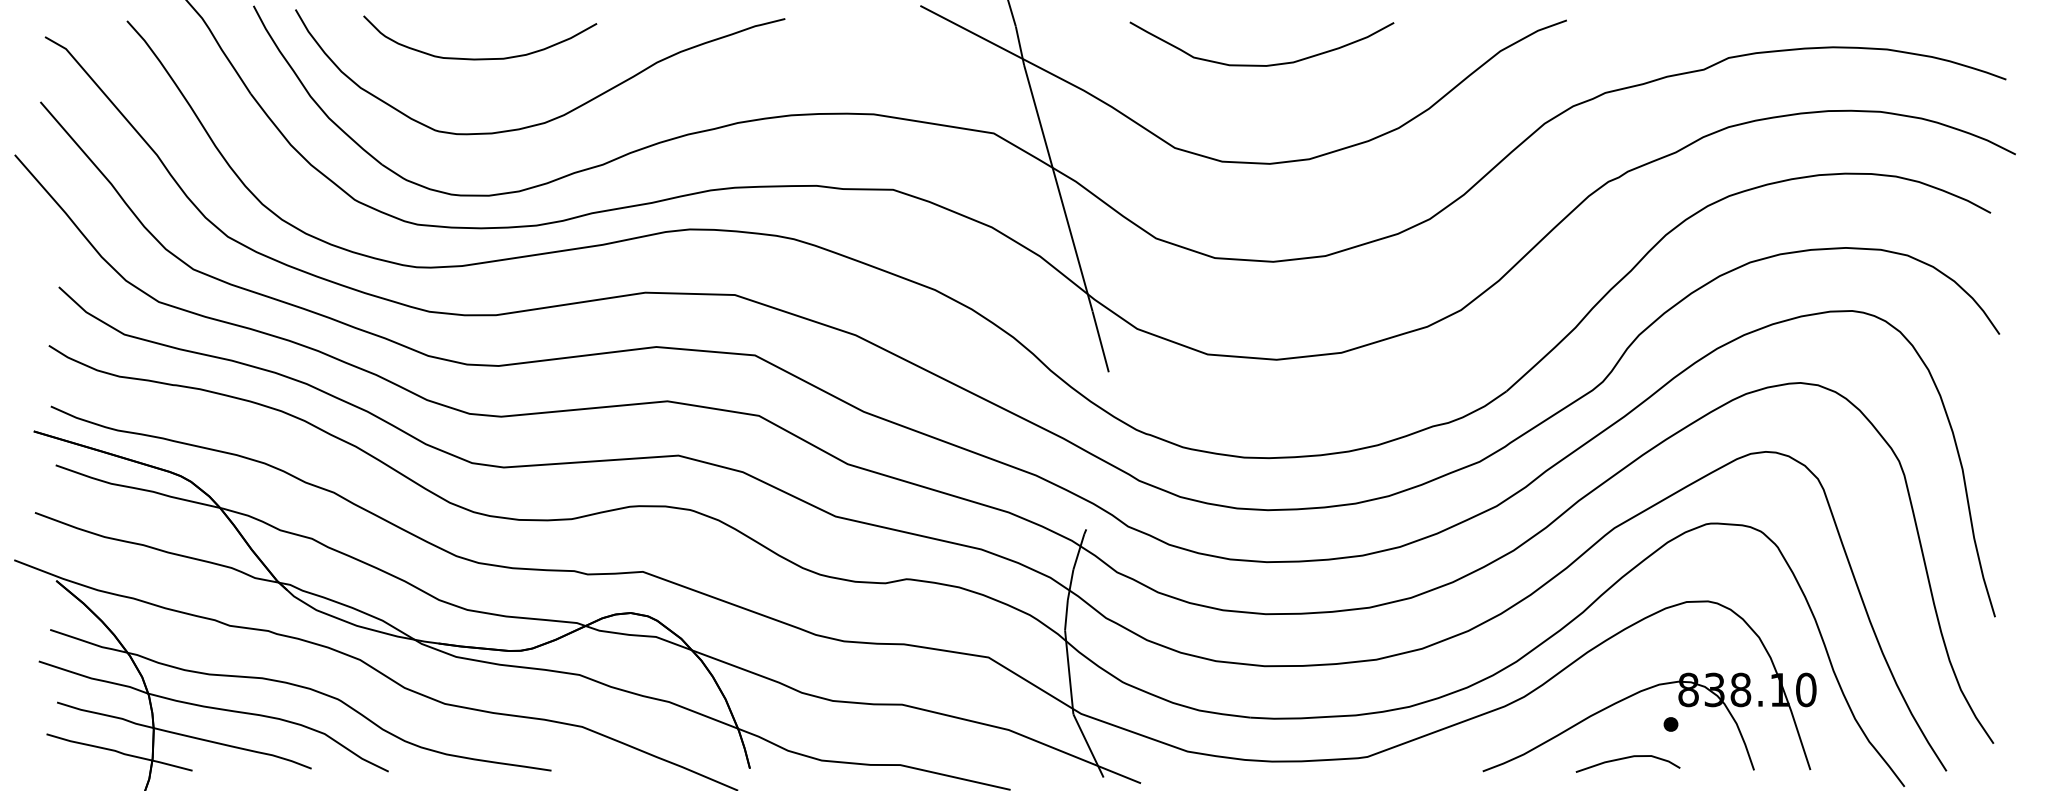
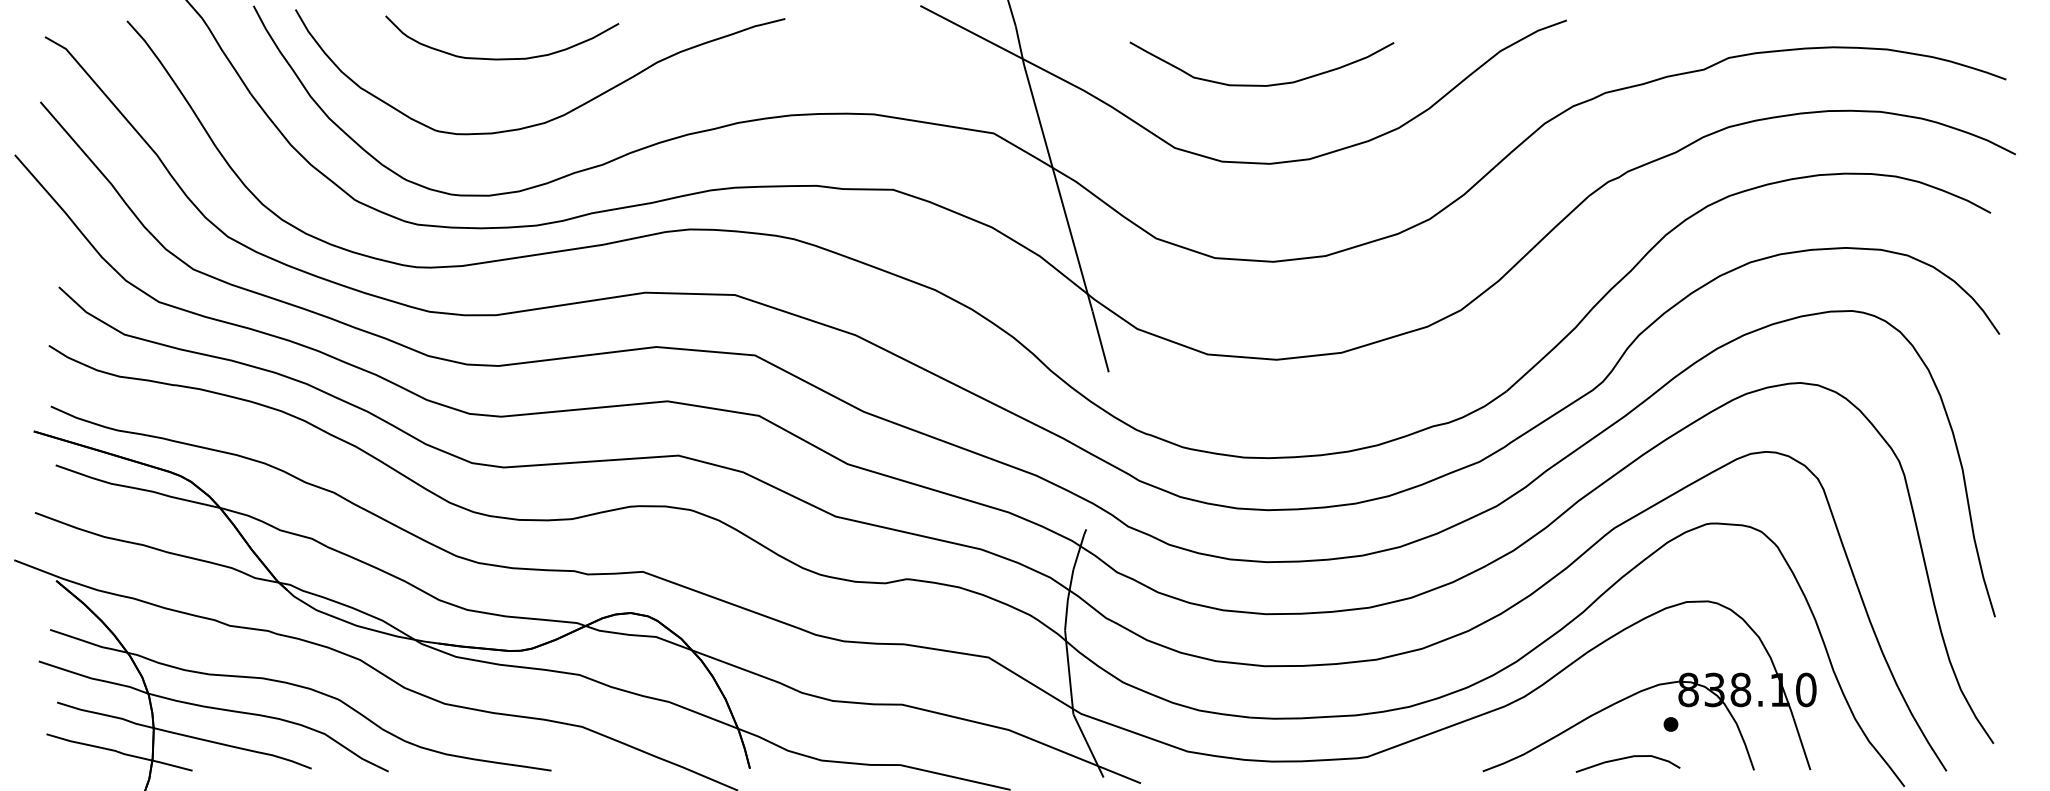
curve at (480, 58) position: (480, 58) -> (502, 58)
curve at (1259, 64) position: (1259, 64) -> (1259, 84)
